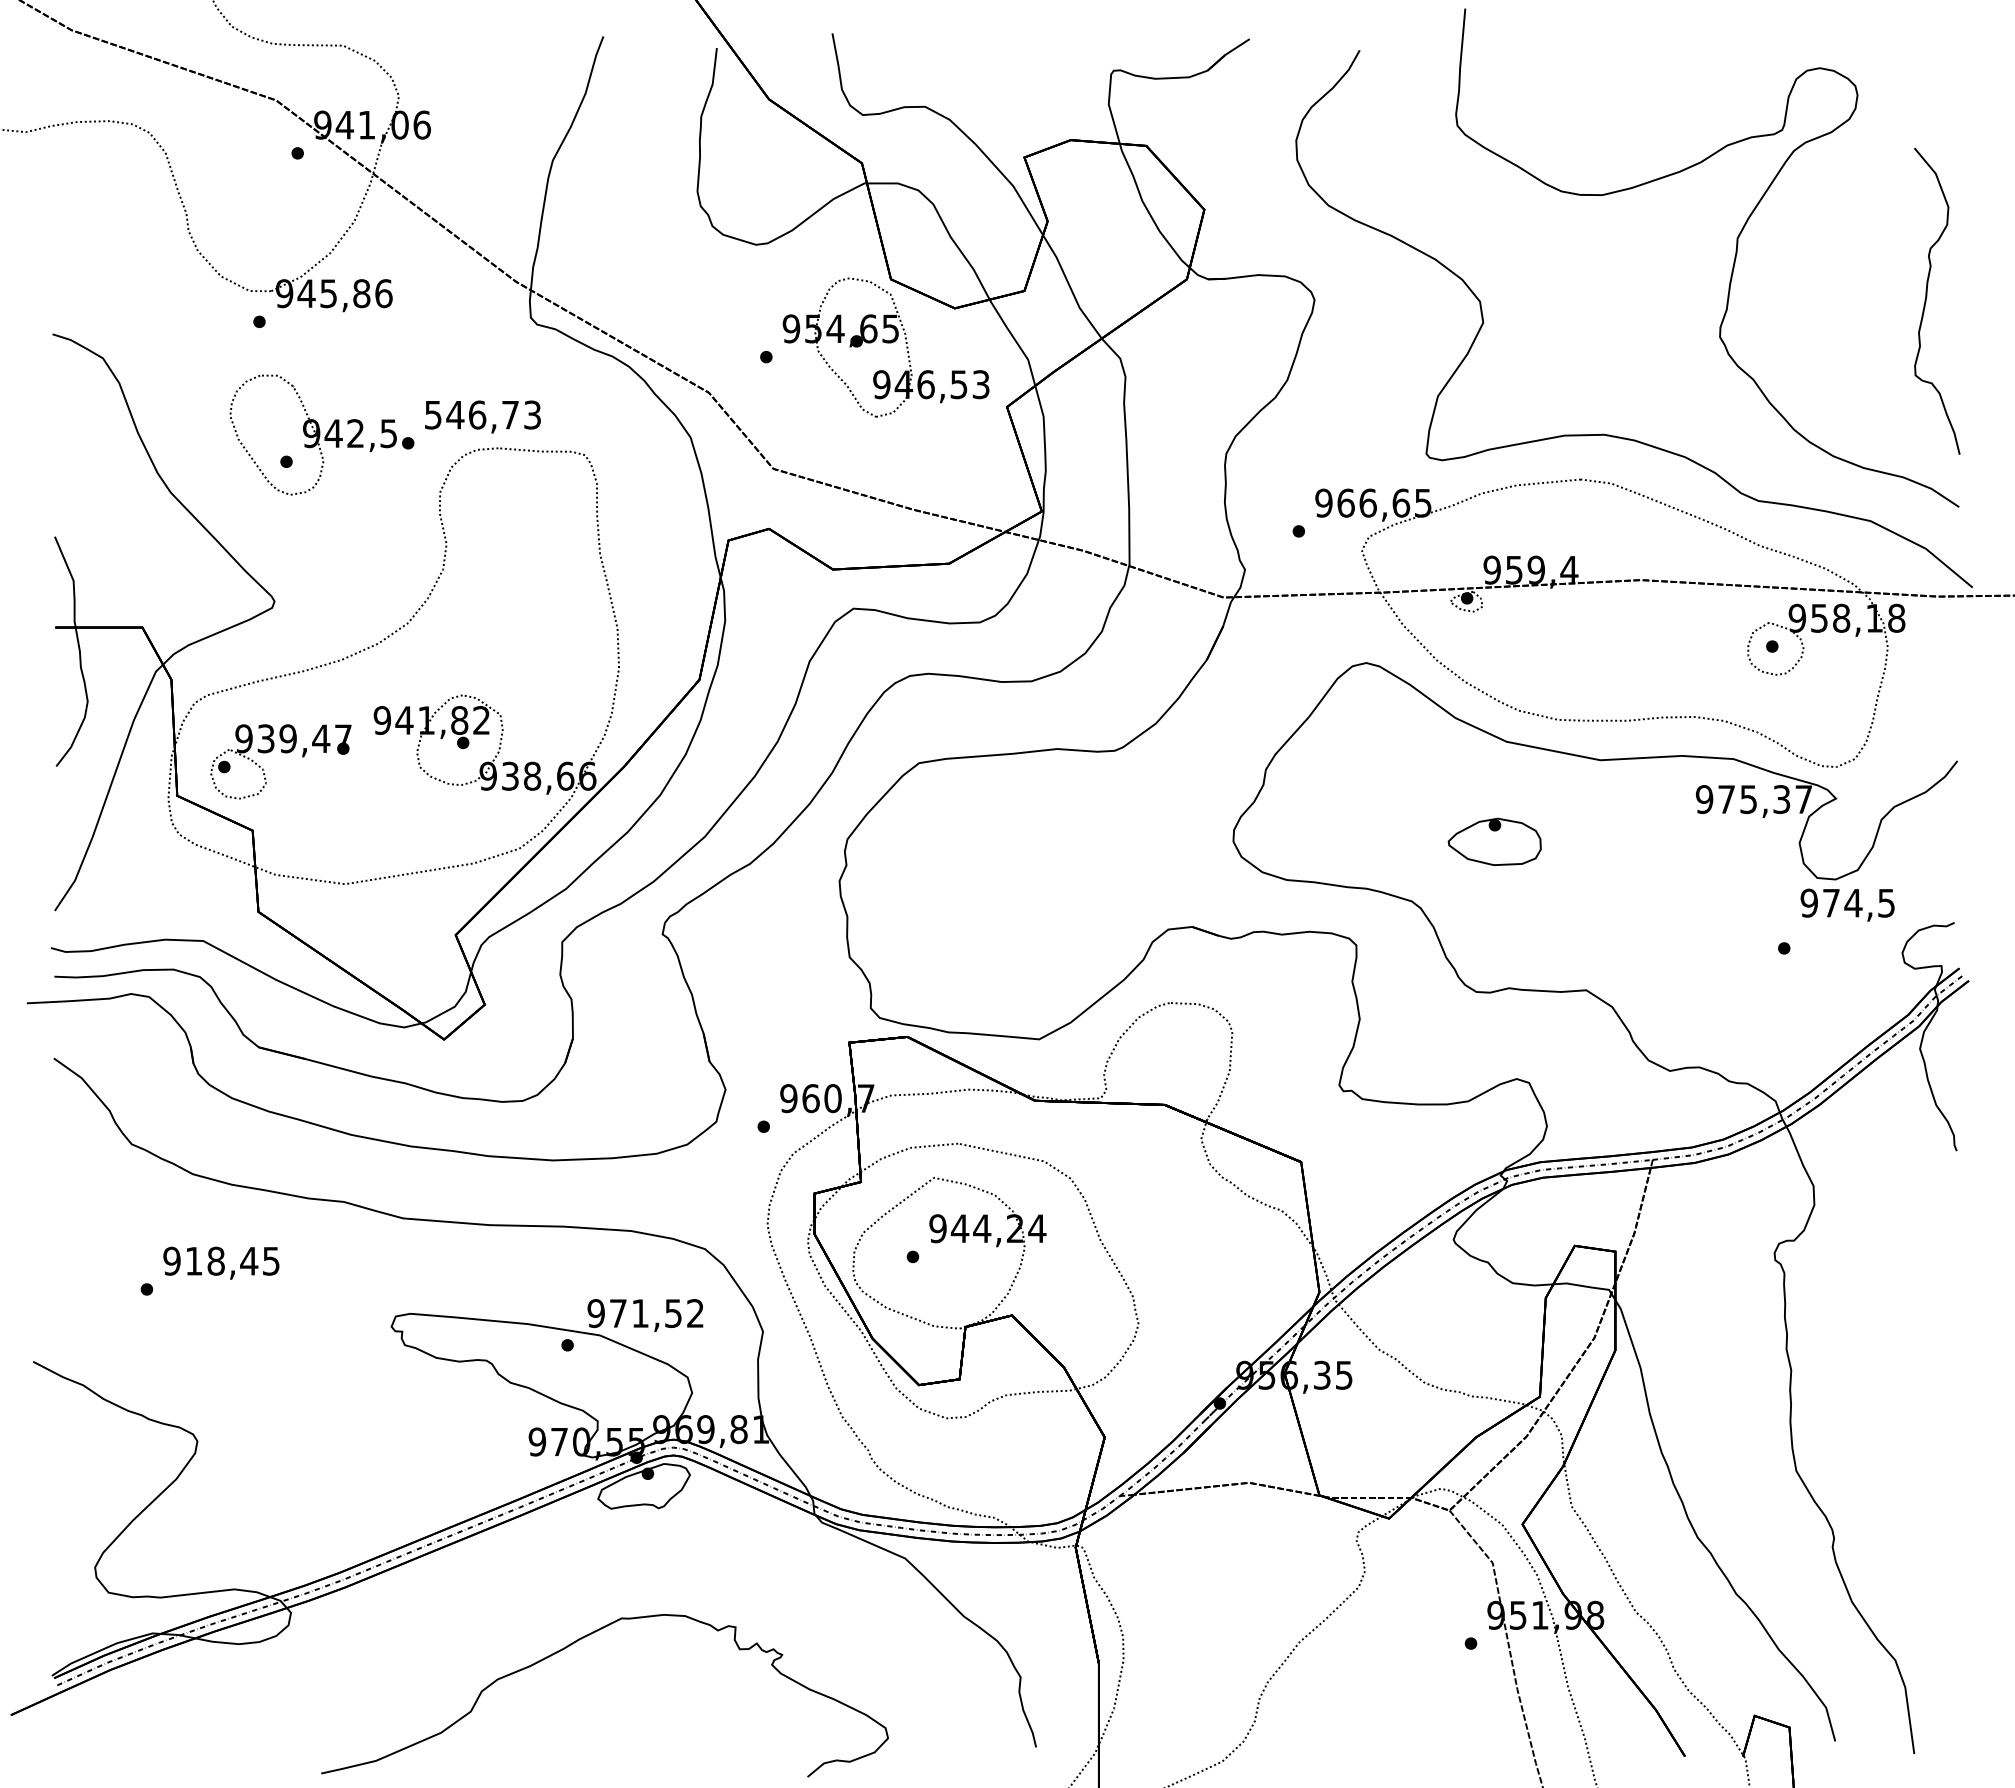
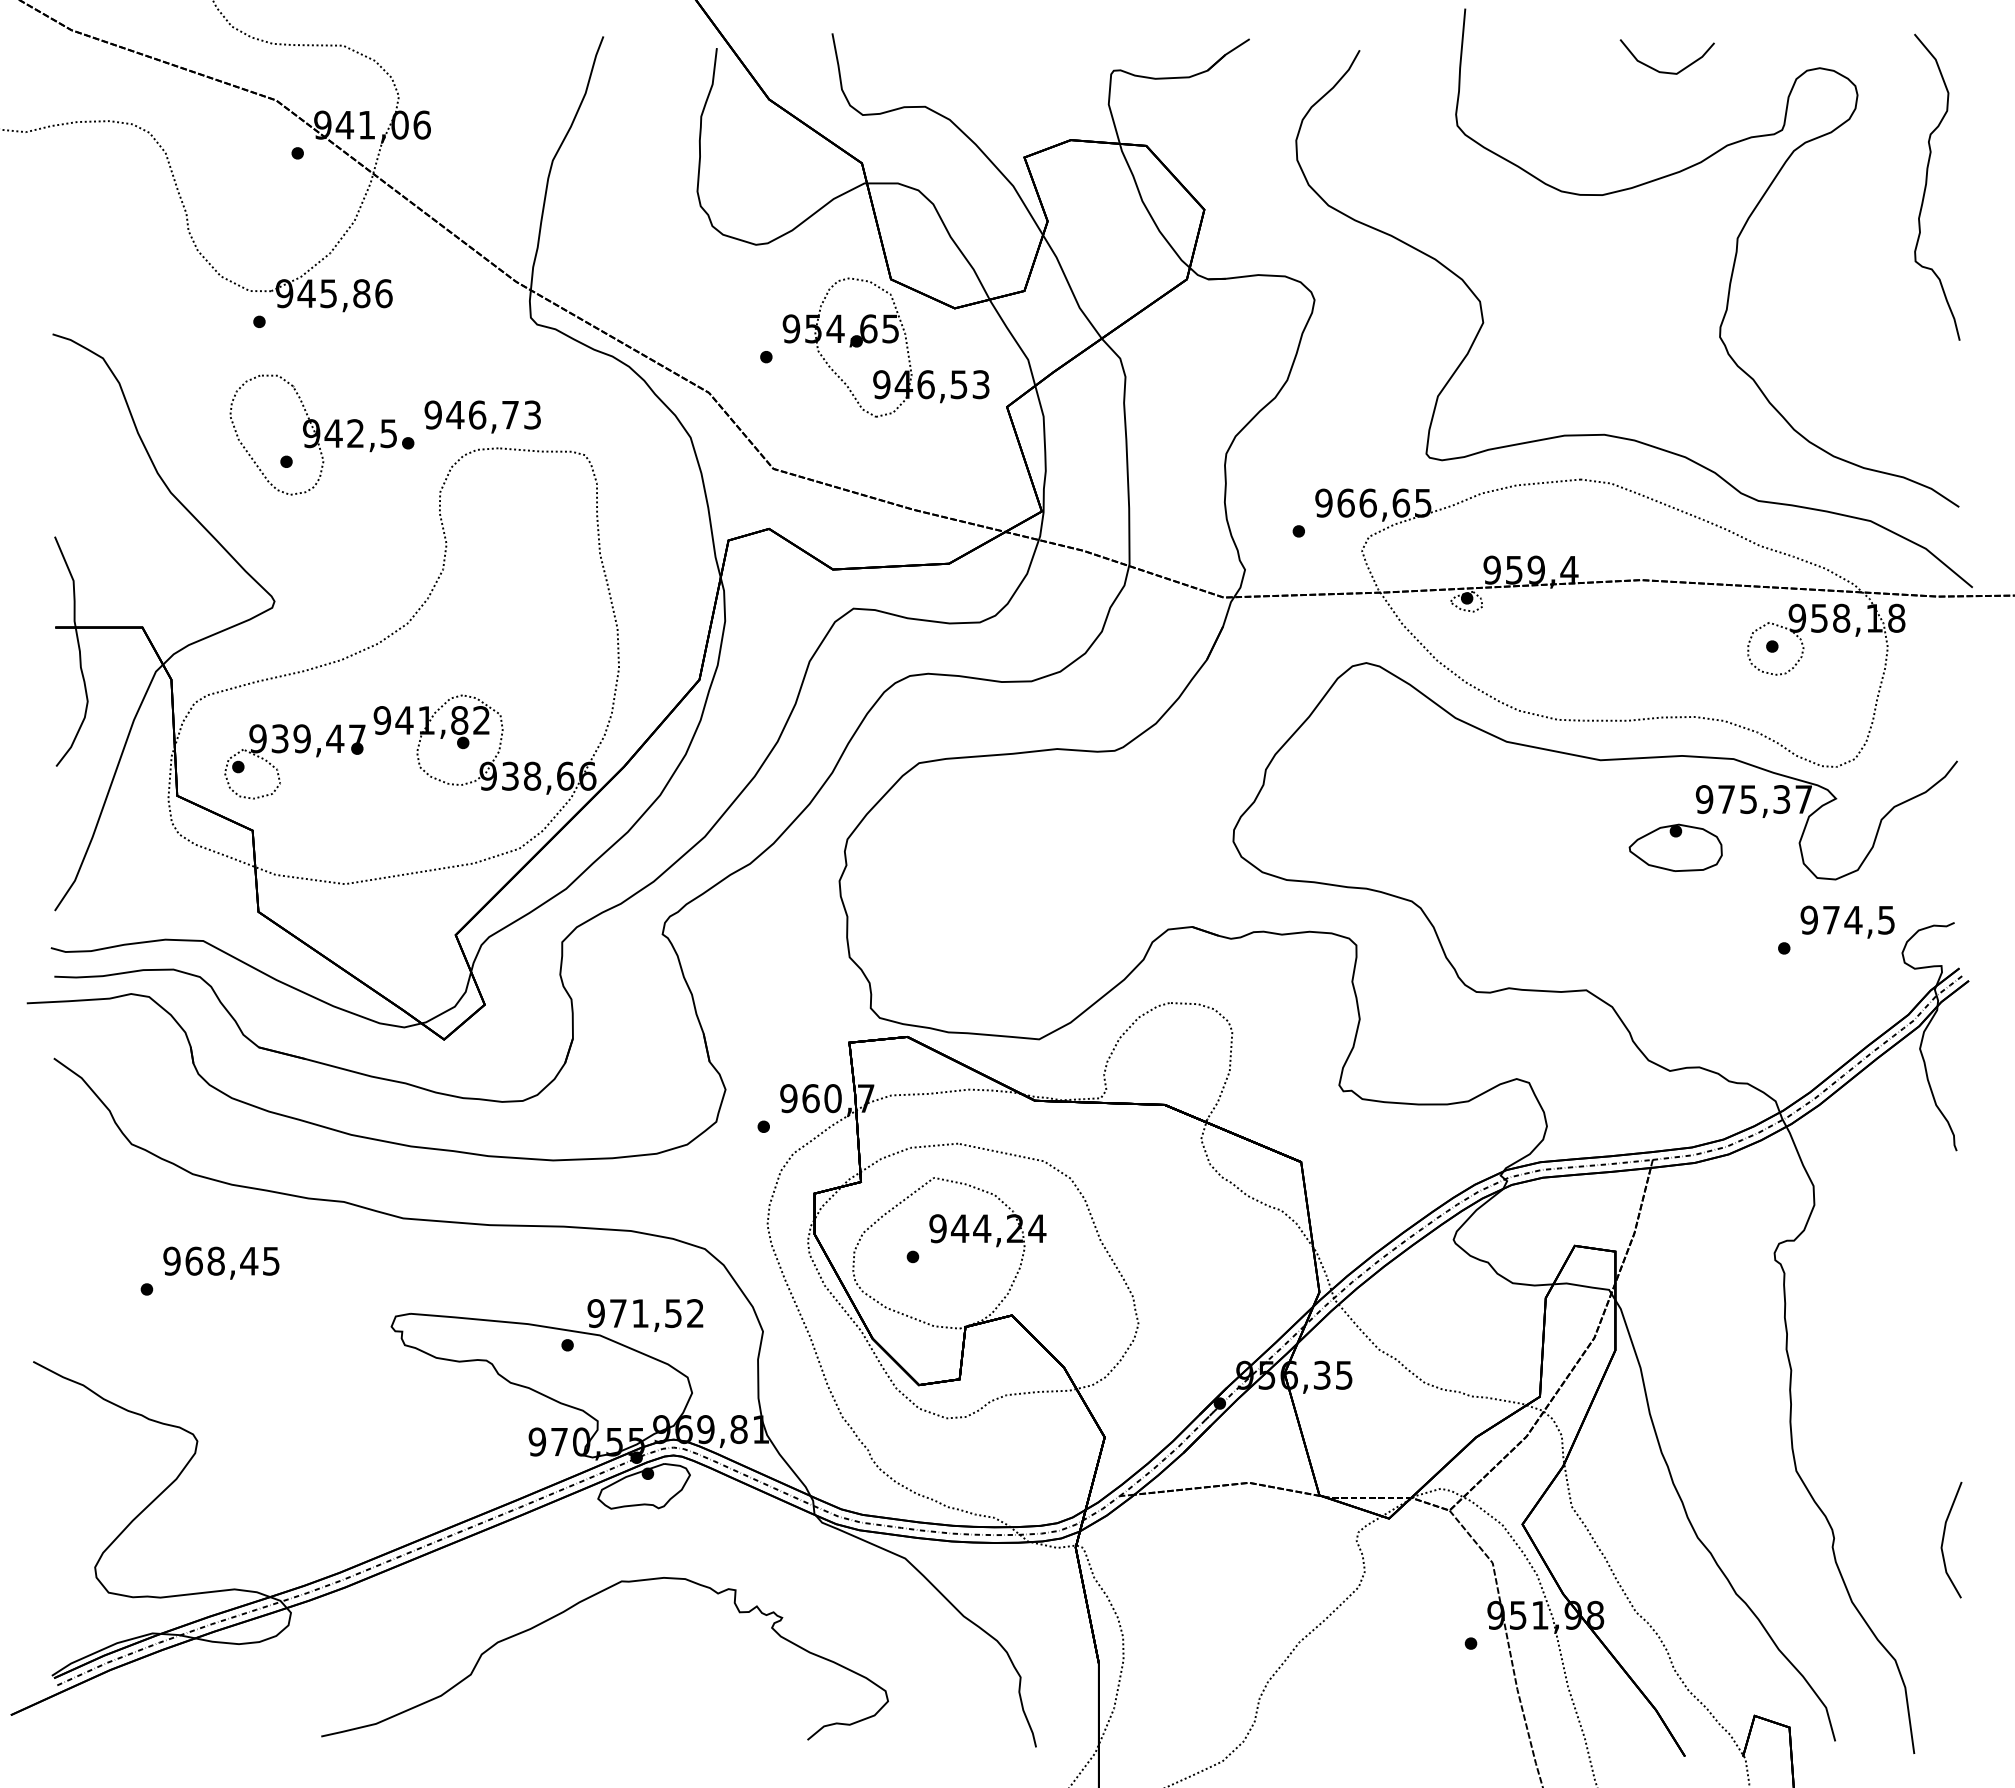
curve at (1665, 71): none -> present
curve at (1927, 297) position: (1927, 297) -> (1927, 183)
text at (432, 414): 546,73 -> 946,73
part at (284, 753) position: (284, 753) -> (298, 753)
part at (1494, 841) position: (1494, 841) -> (1675, 847)
text at (1847, 904) position: (1847, 904) -> (1847, 921)
text at (193, 1260): 918,45 -> 968,45
line at (1944, 1538): none -> present
curve at (571, 1645) position: (571, 1645) -> (571, 1608)
